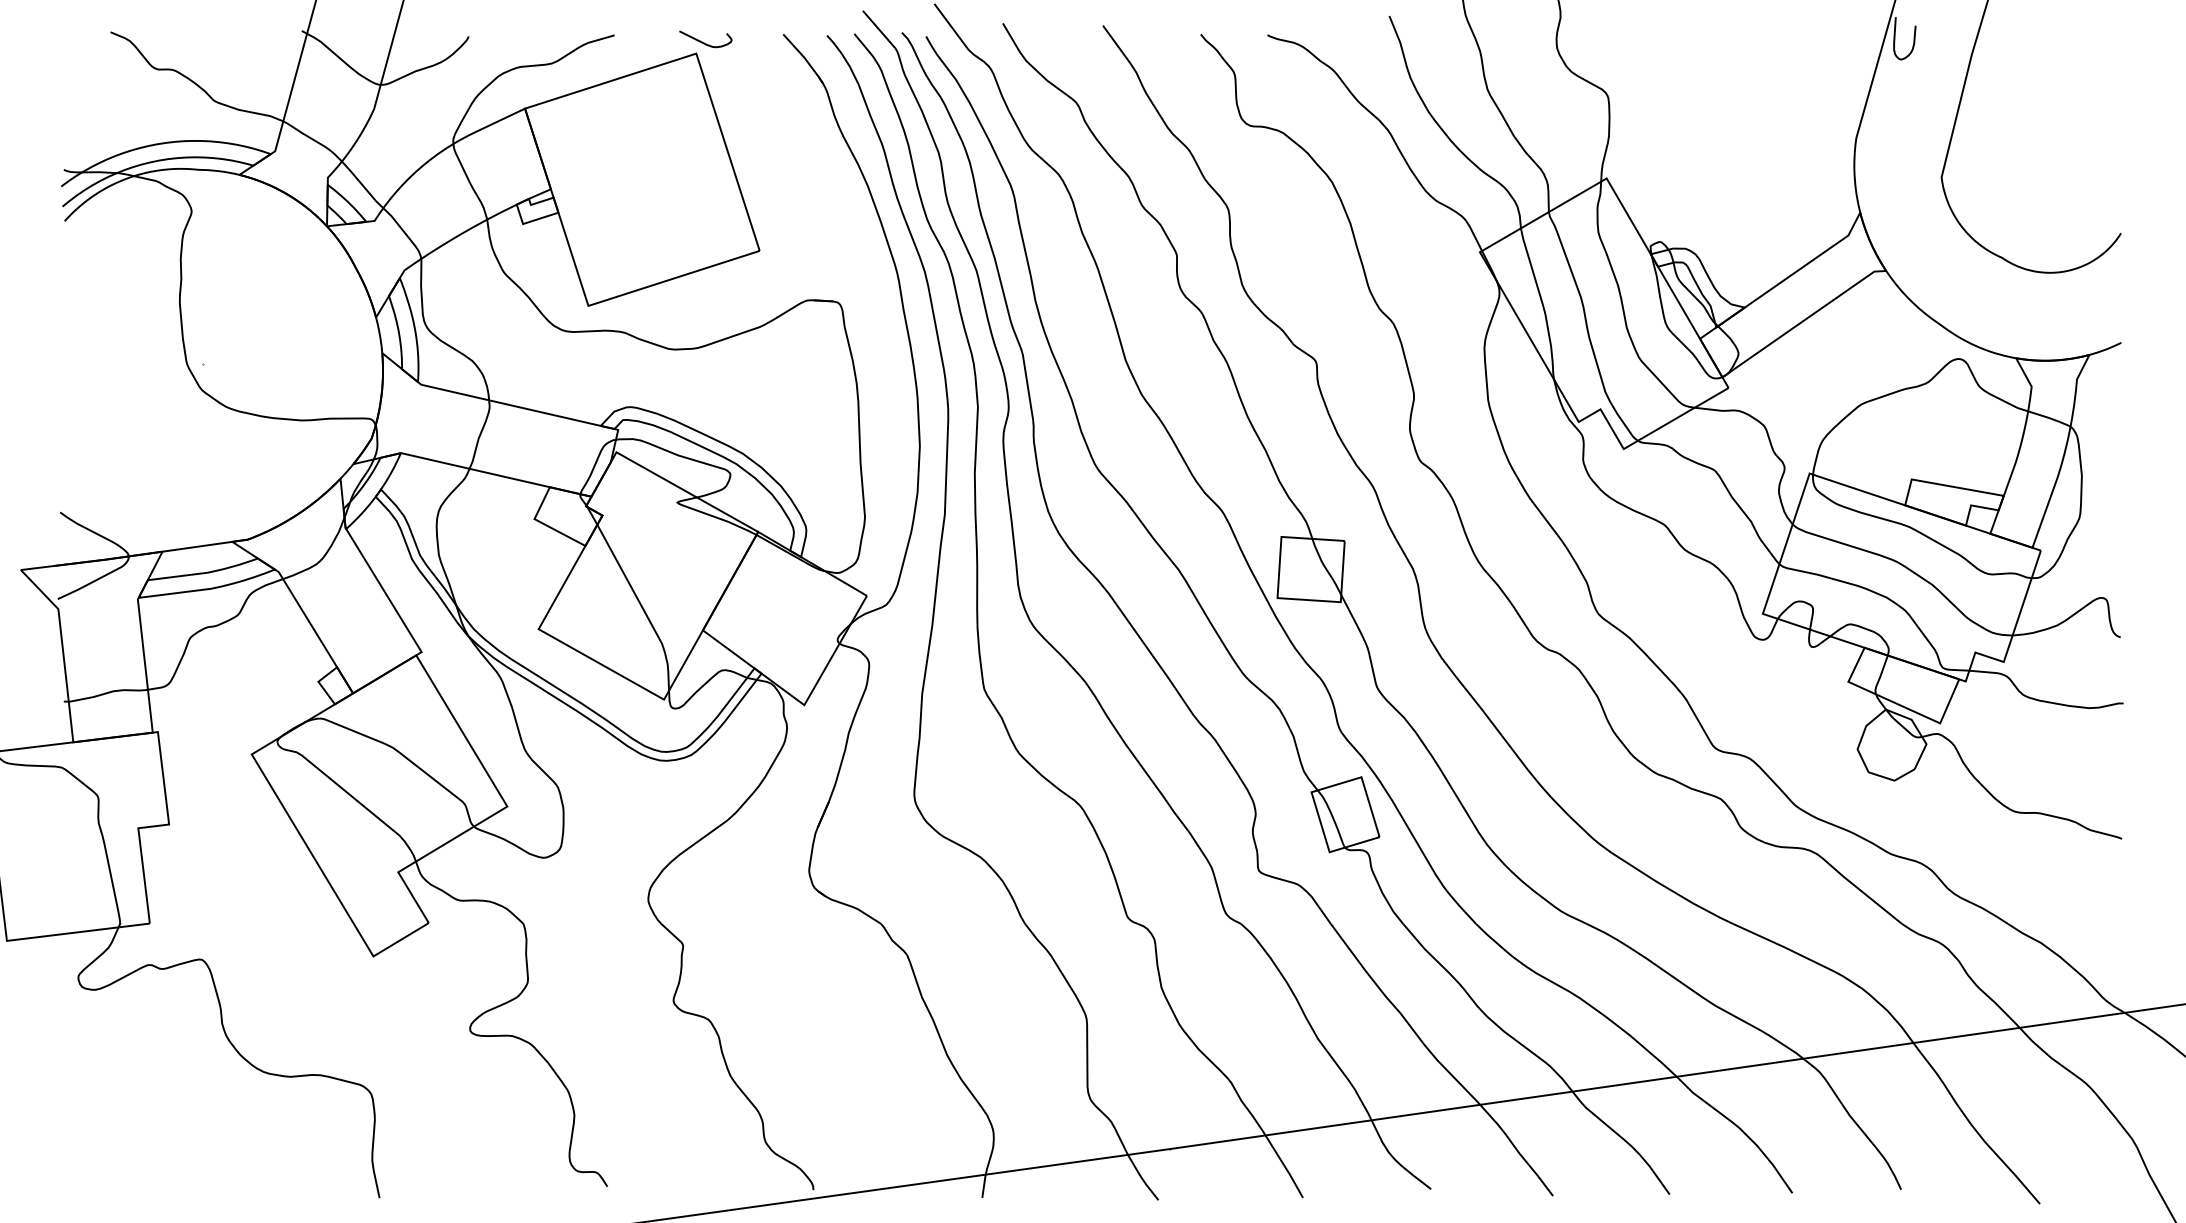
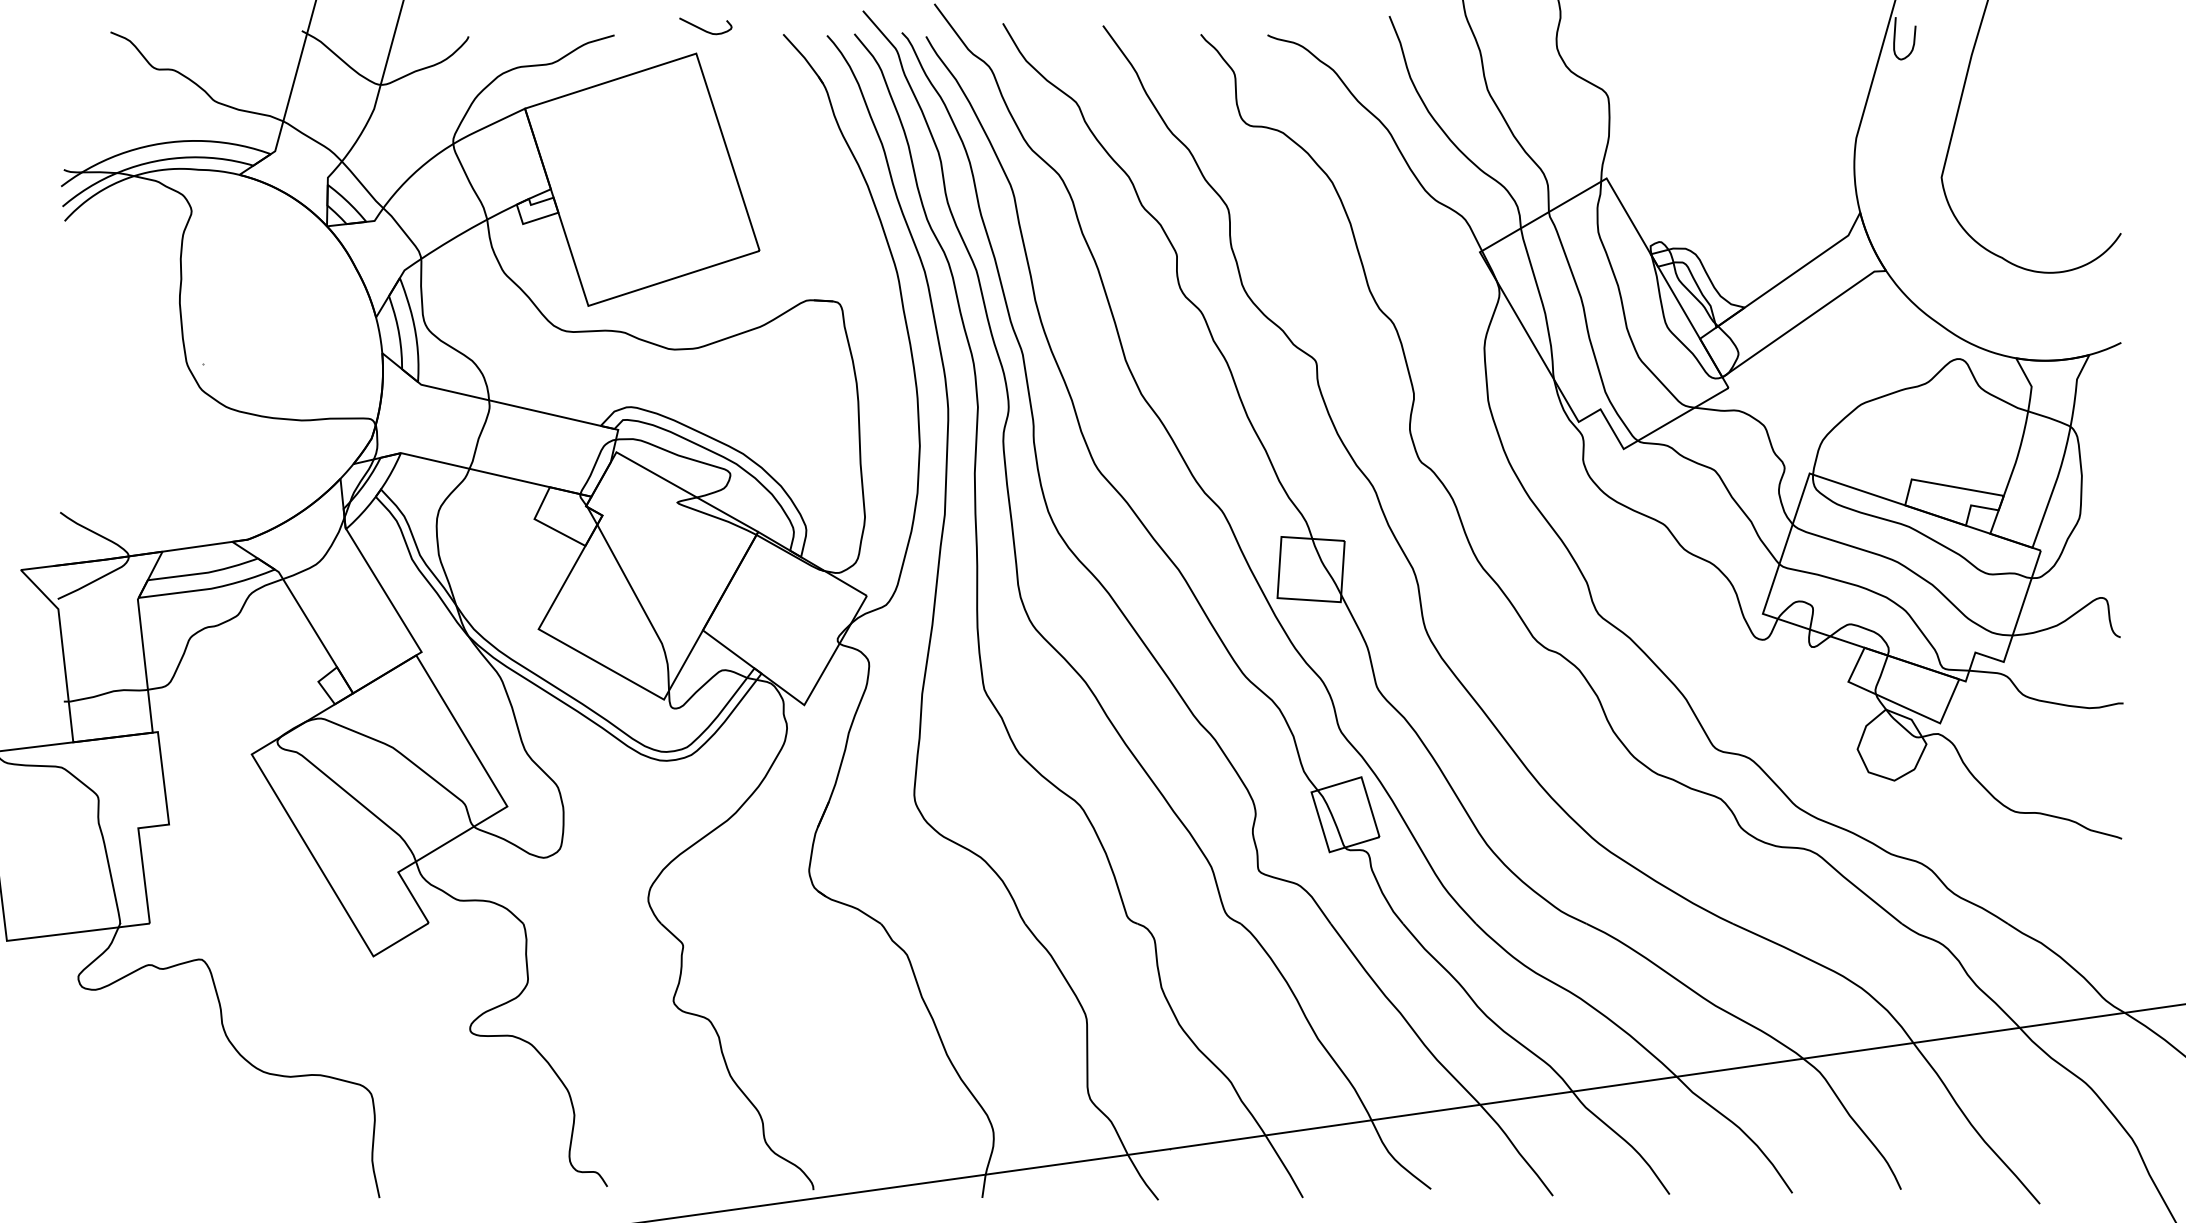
curve at (704, 42) position: (704, 42) -> (704, 29)
